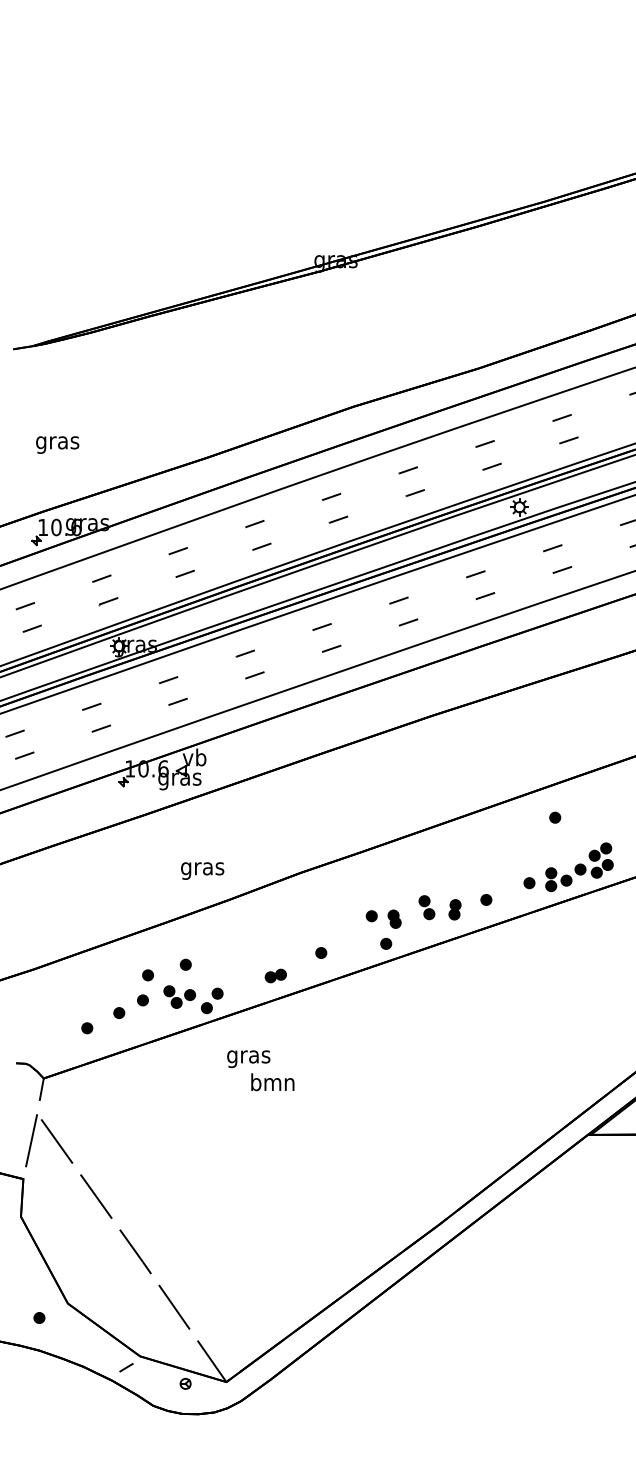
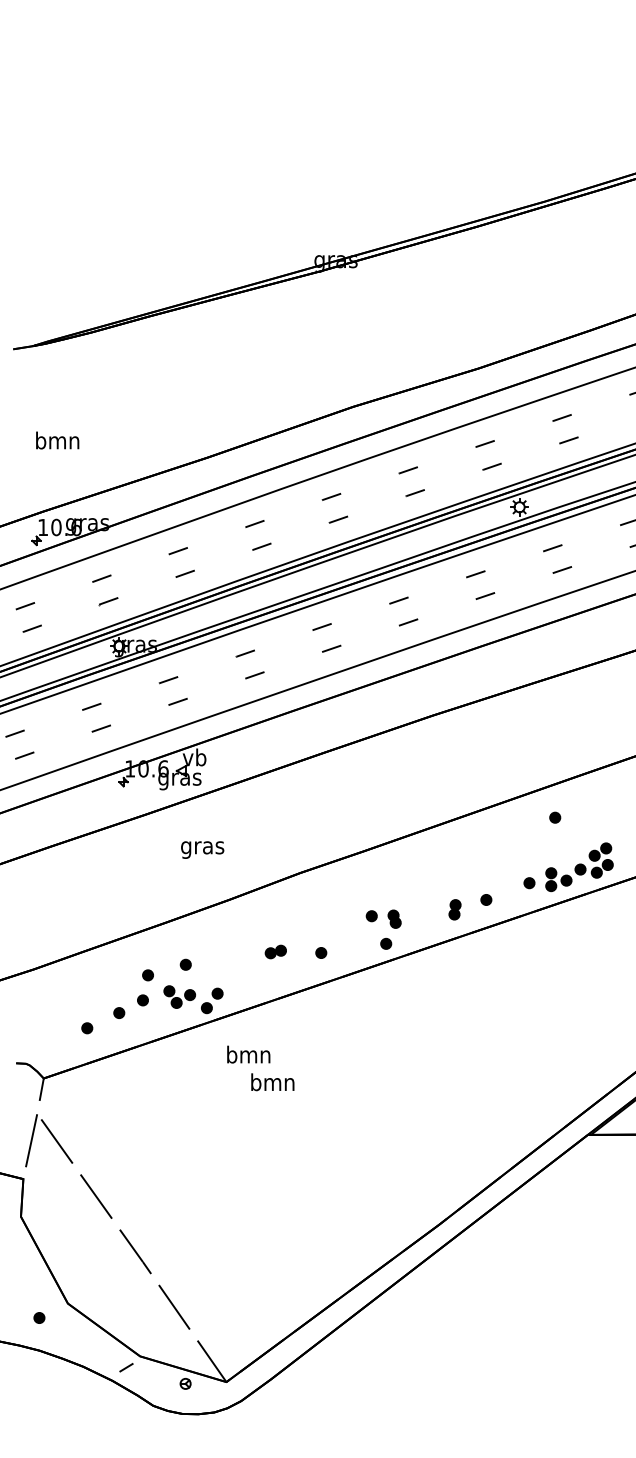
text at (57, 442): gras -> bmn
text at (202, 870) position: (202, 870) -> (202, 849)
part at (426, 907): present -> none
part at (275, 975) position: (275, 975) -> (275, 951)
text at (248, 1056): gras -> bmn
